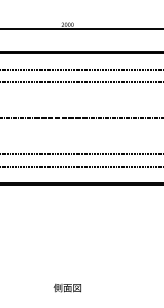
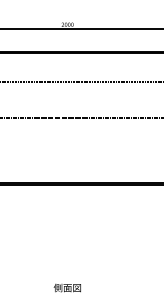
line at (81, 69): present -> none
line at (81, 154): present -> none
line at (81, 166): present -> none
